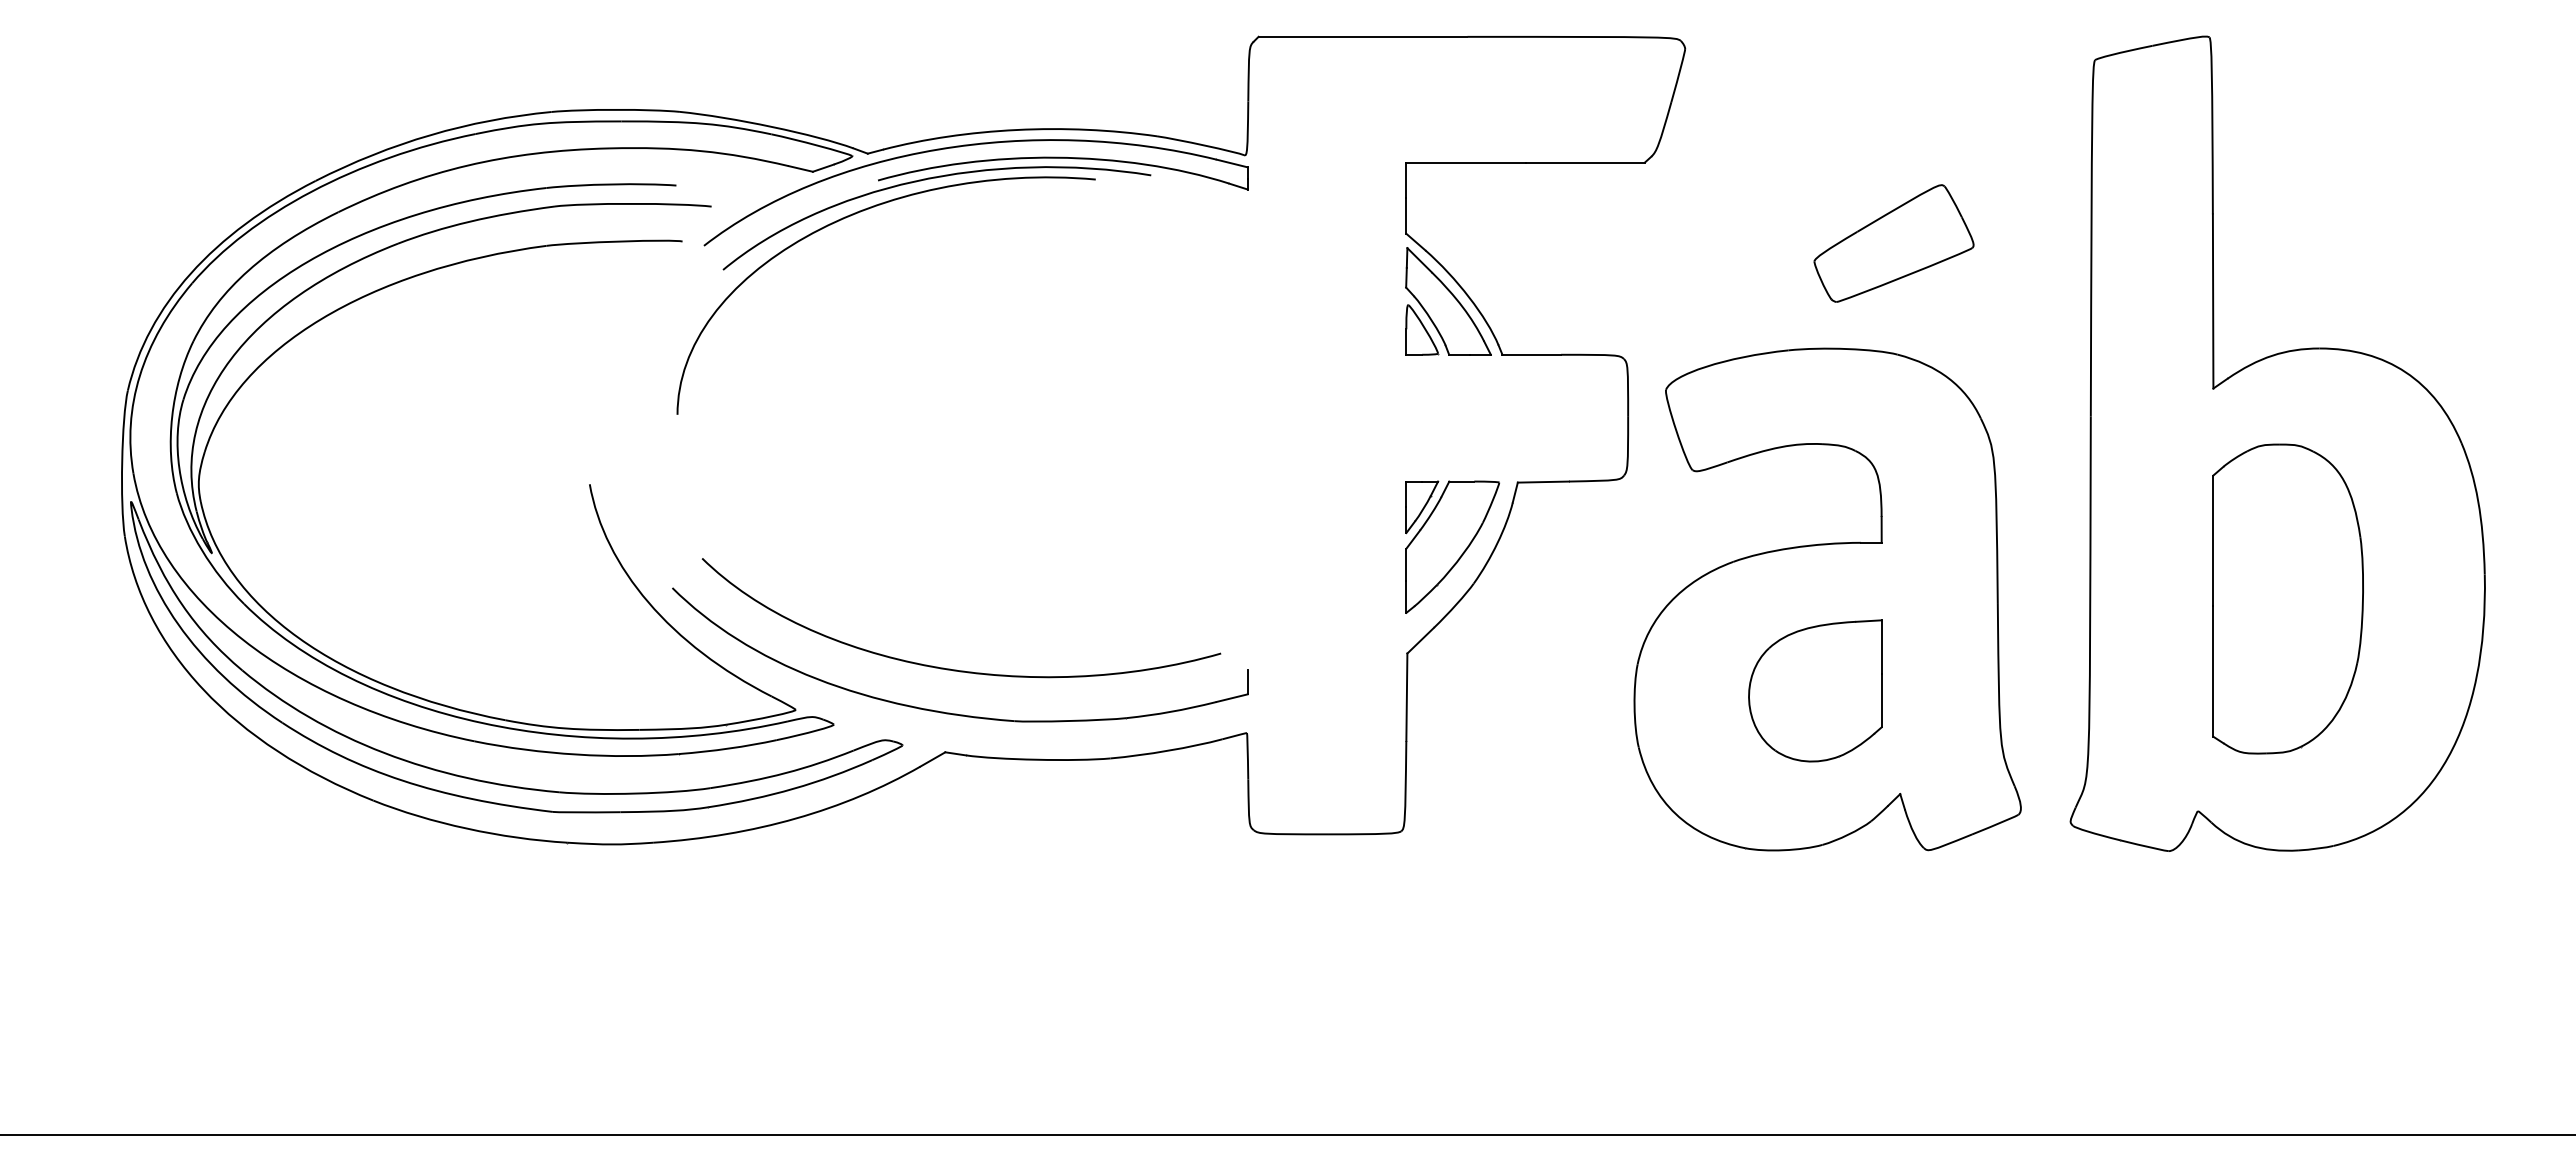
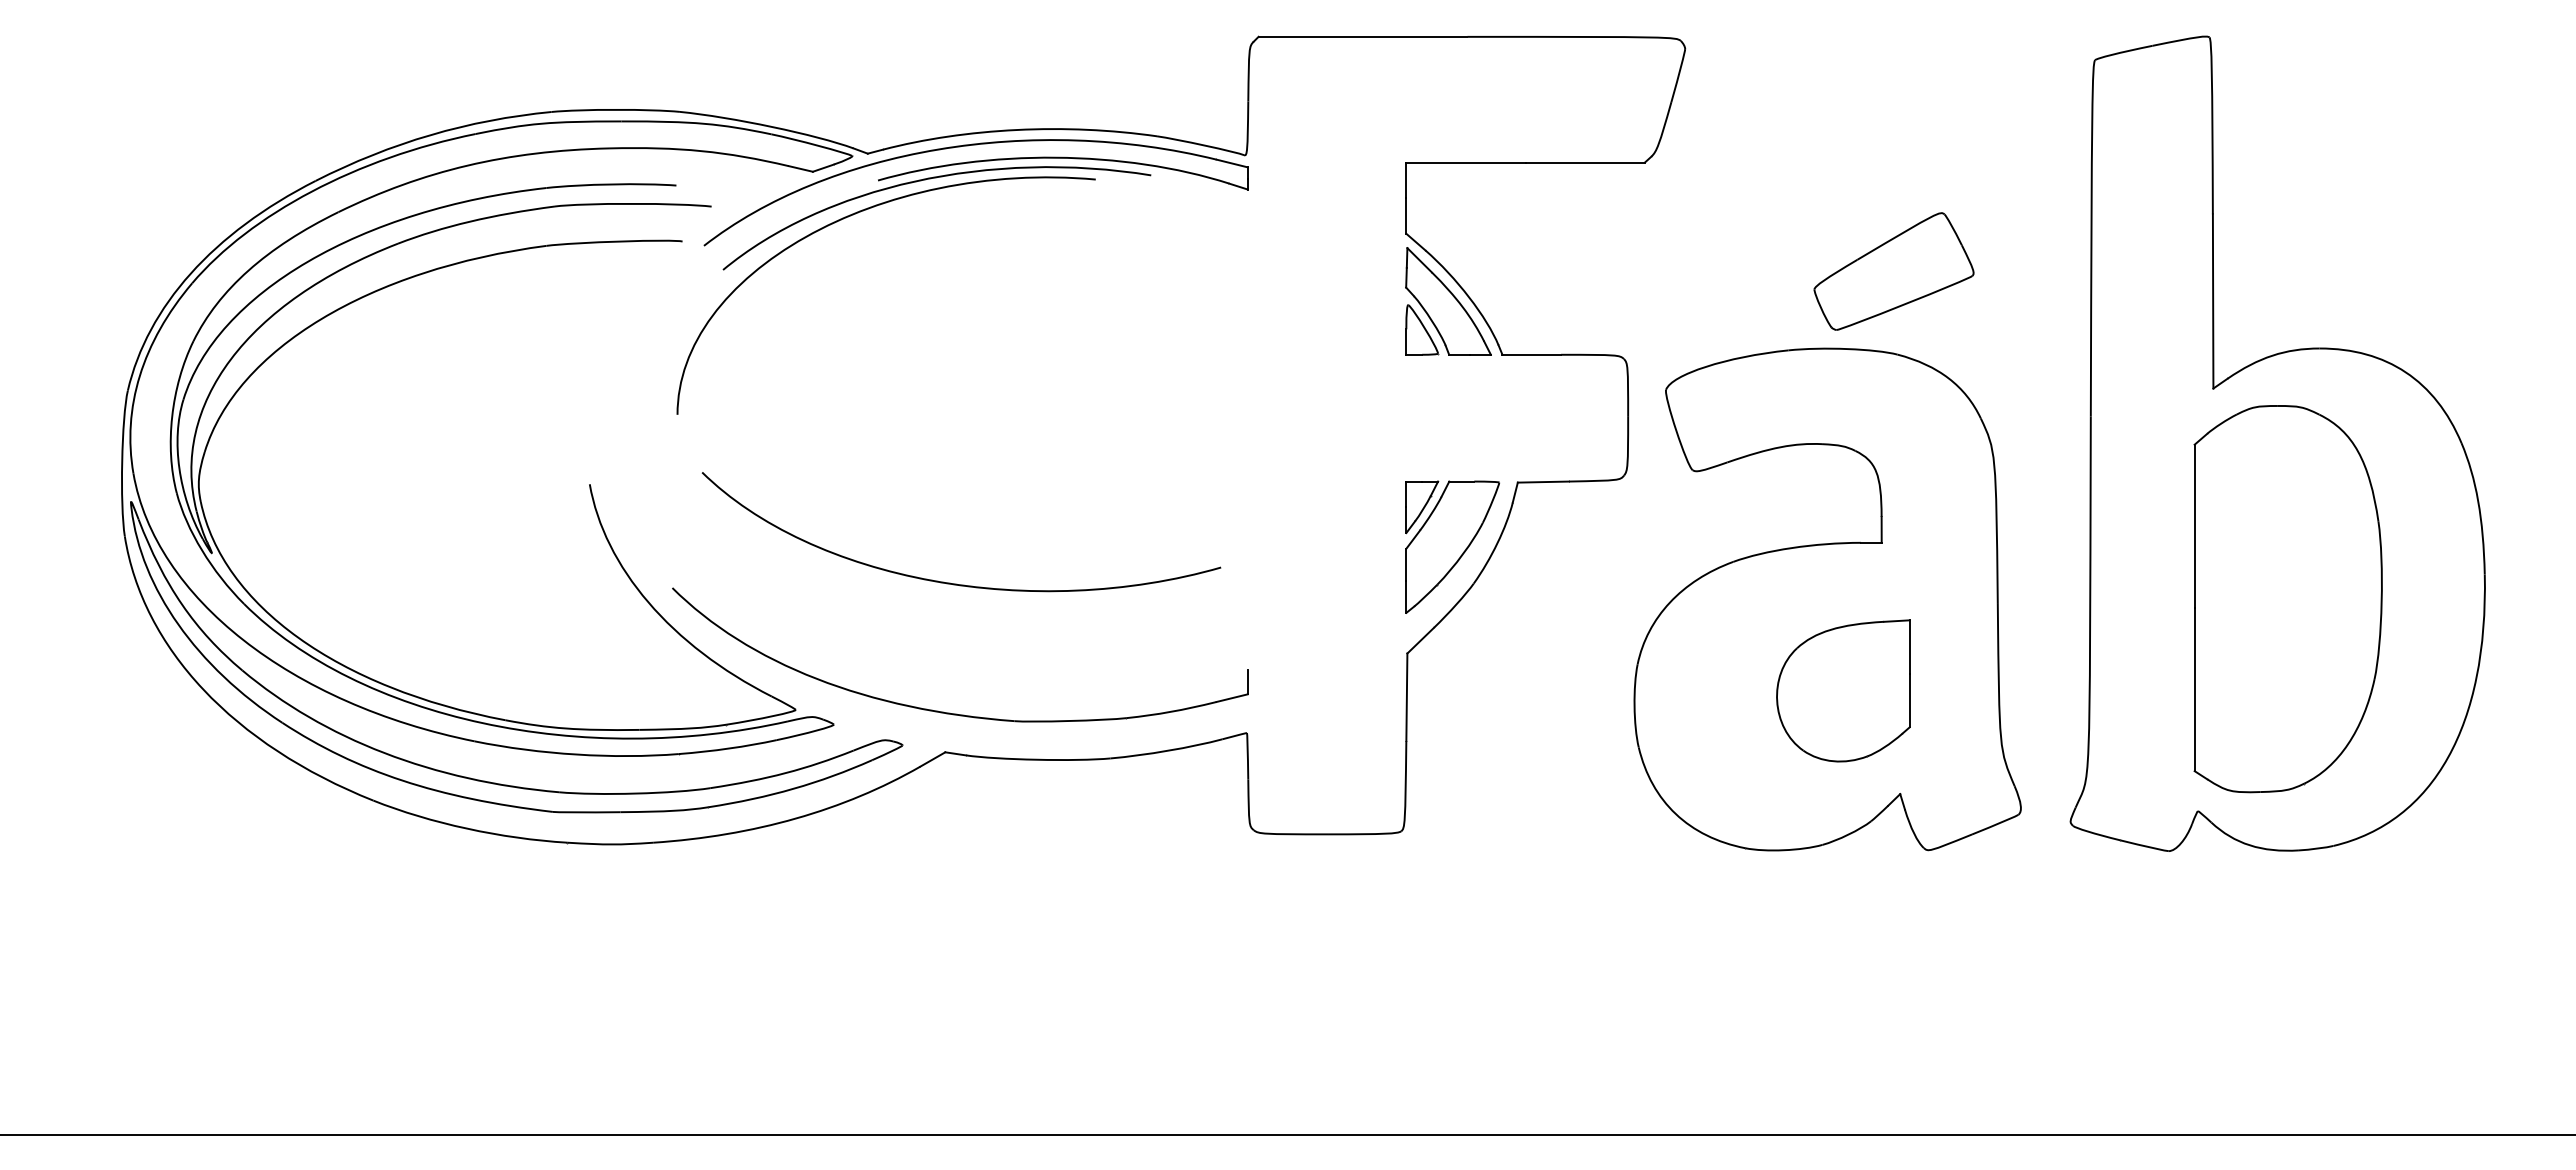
part at (1893, 243) position: (1893, 243) -> (1893, 271)
part at (2287, 598) size: 152x312 px -> 190x389 px
curve at (950, 668) position: (950, 668) -> (950, 582)
part at (1815, 690) position: (1815, 690) -> (1843, 690)
